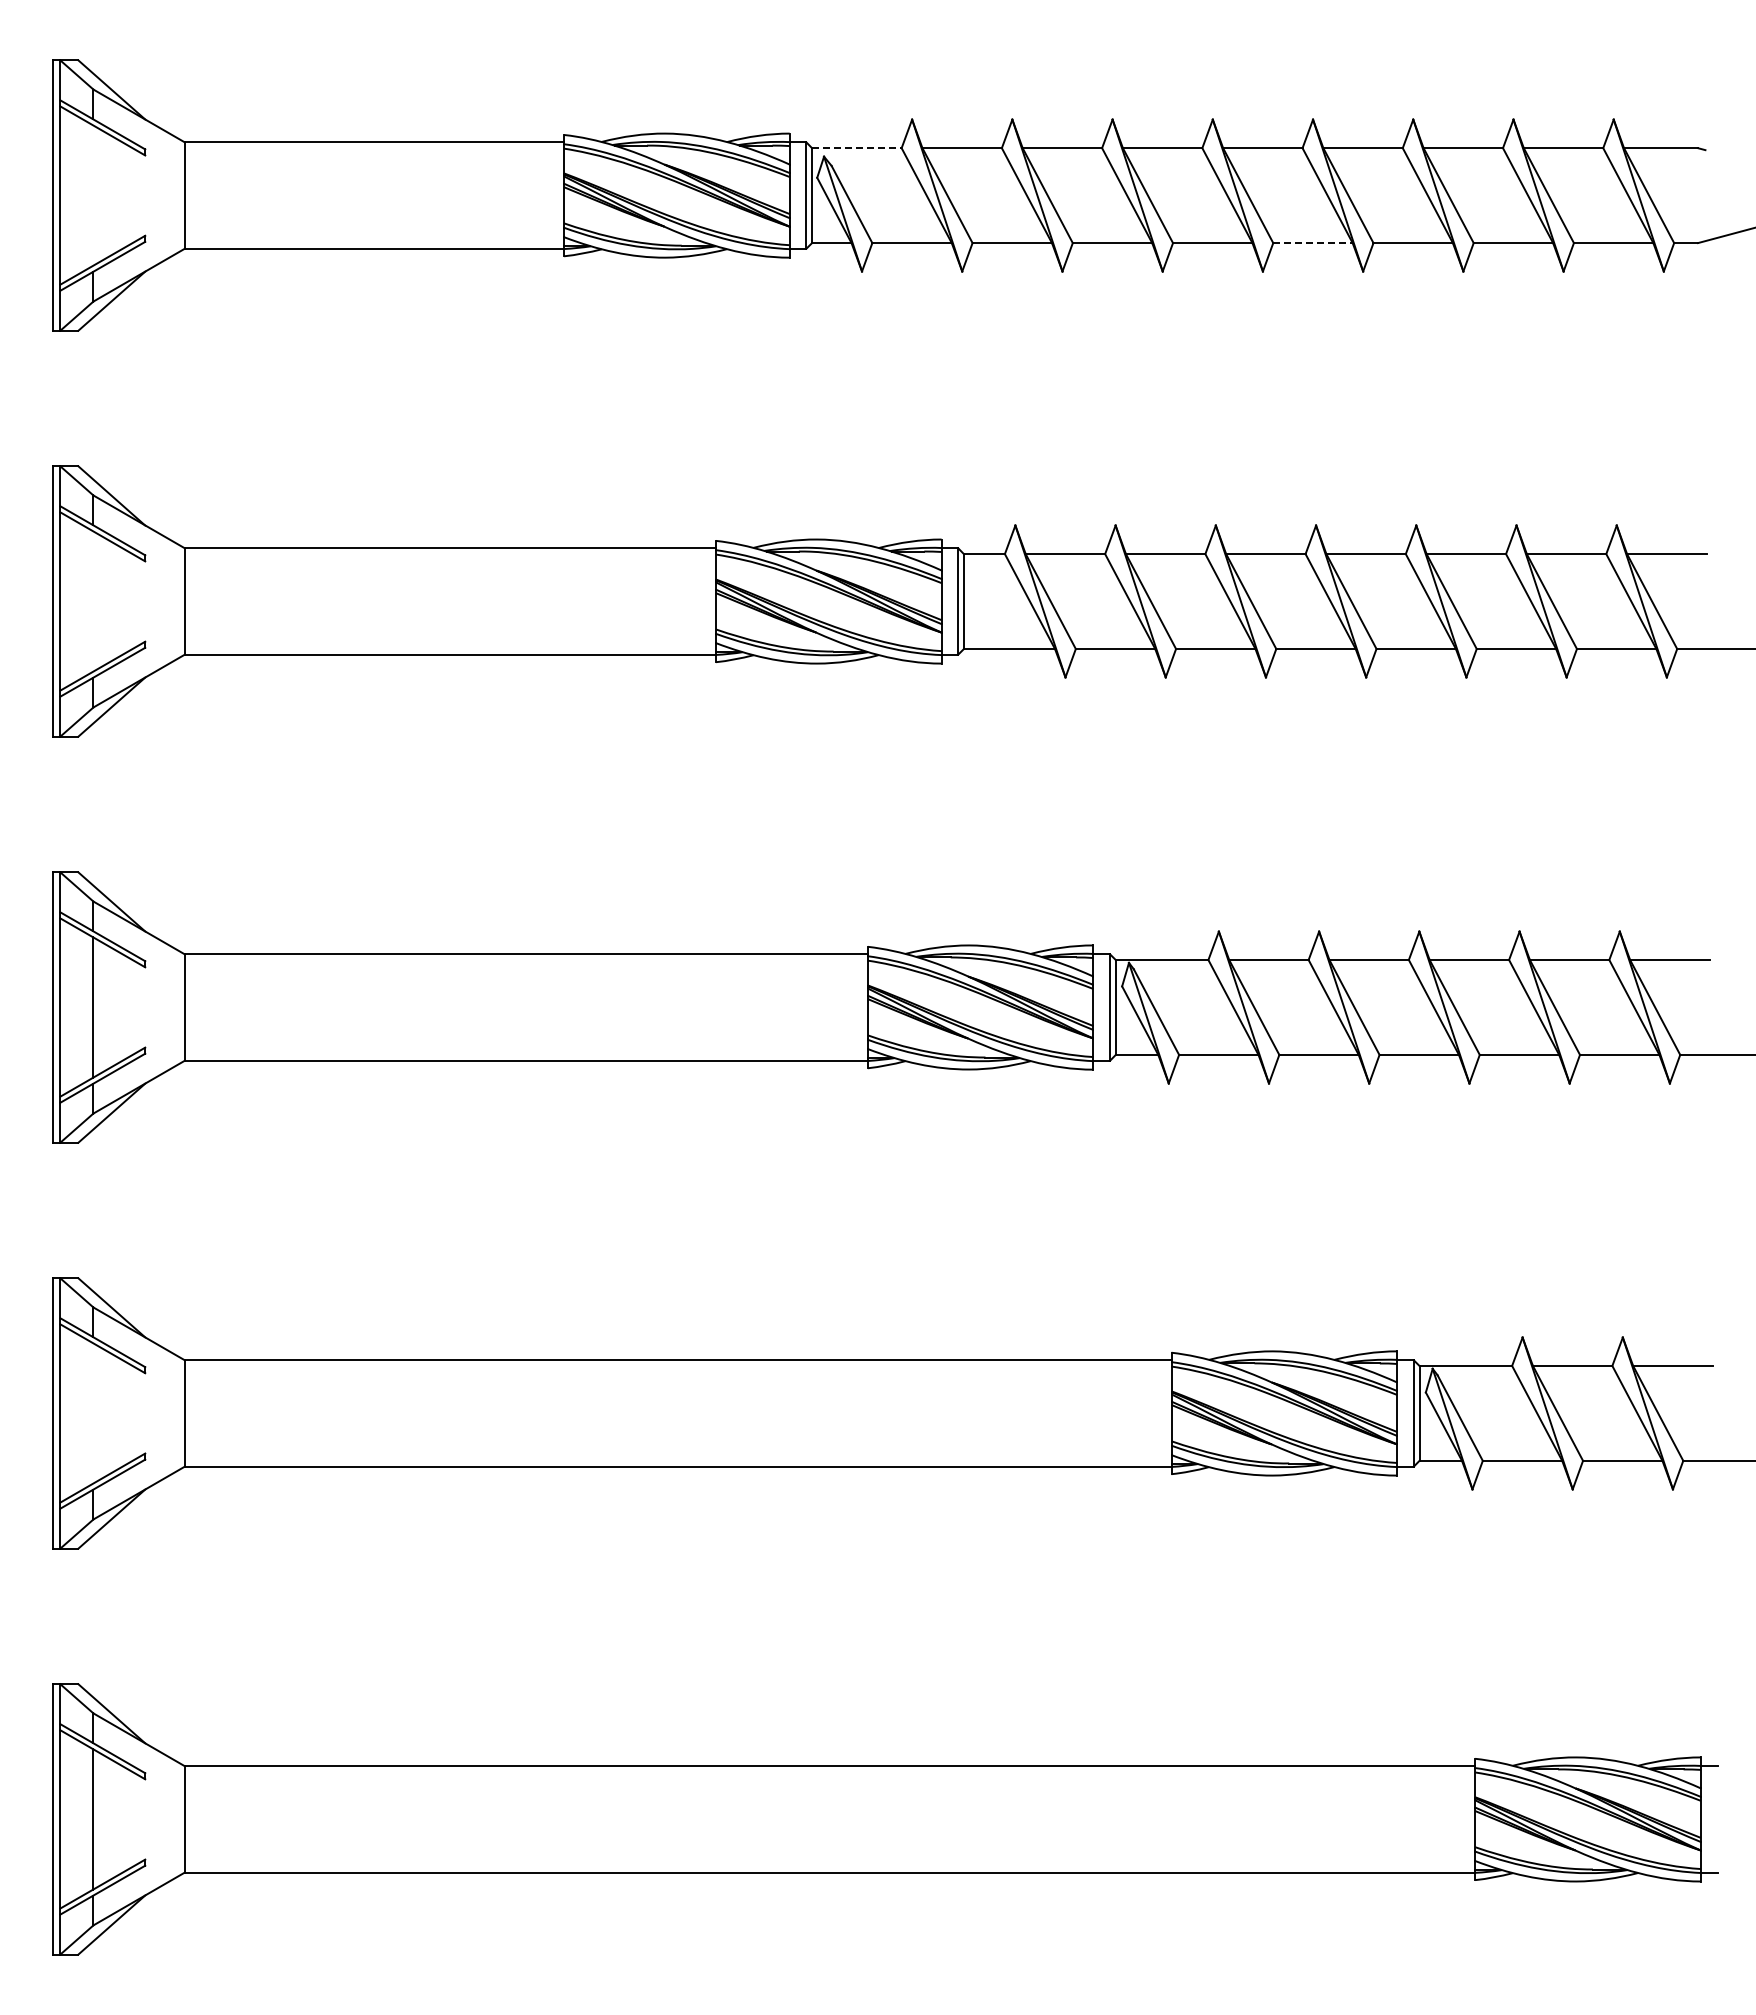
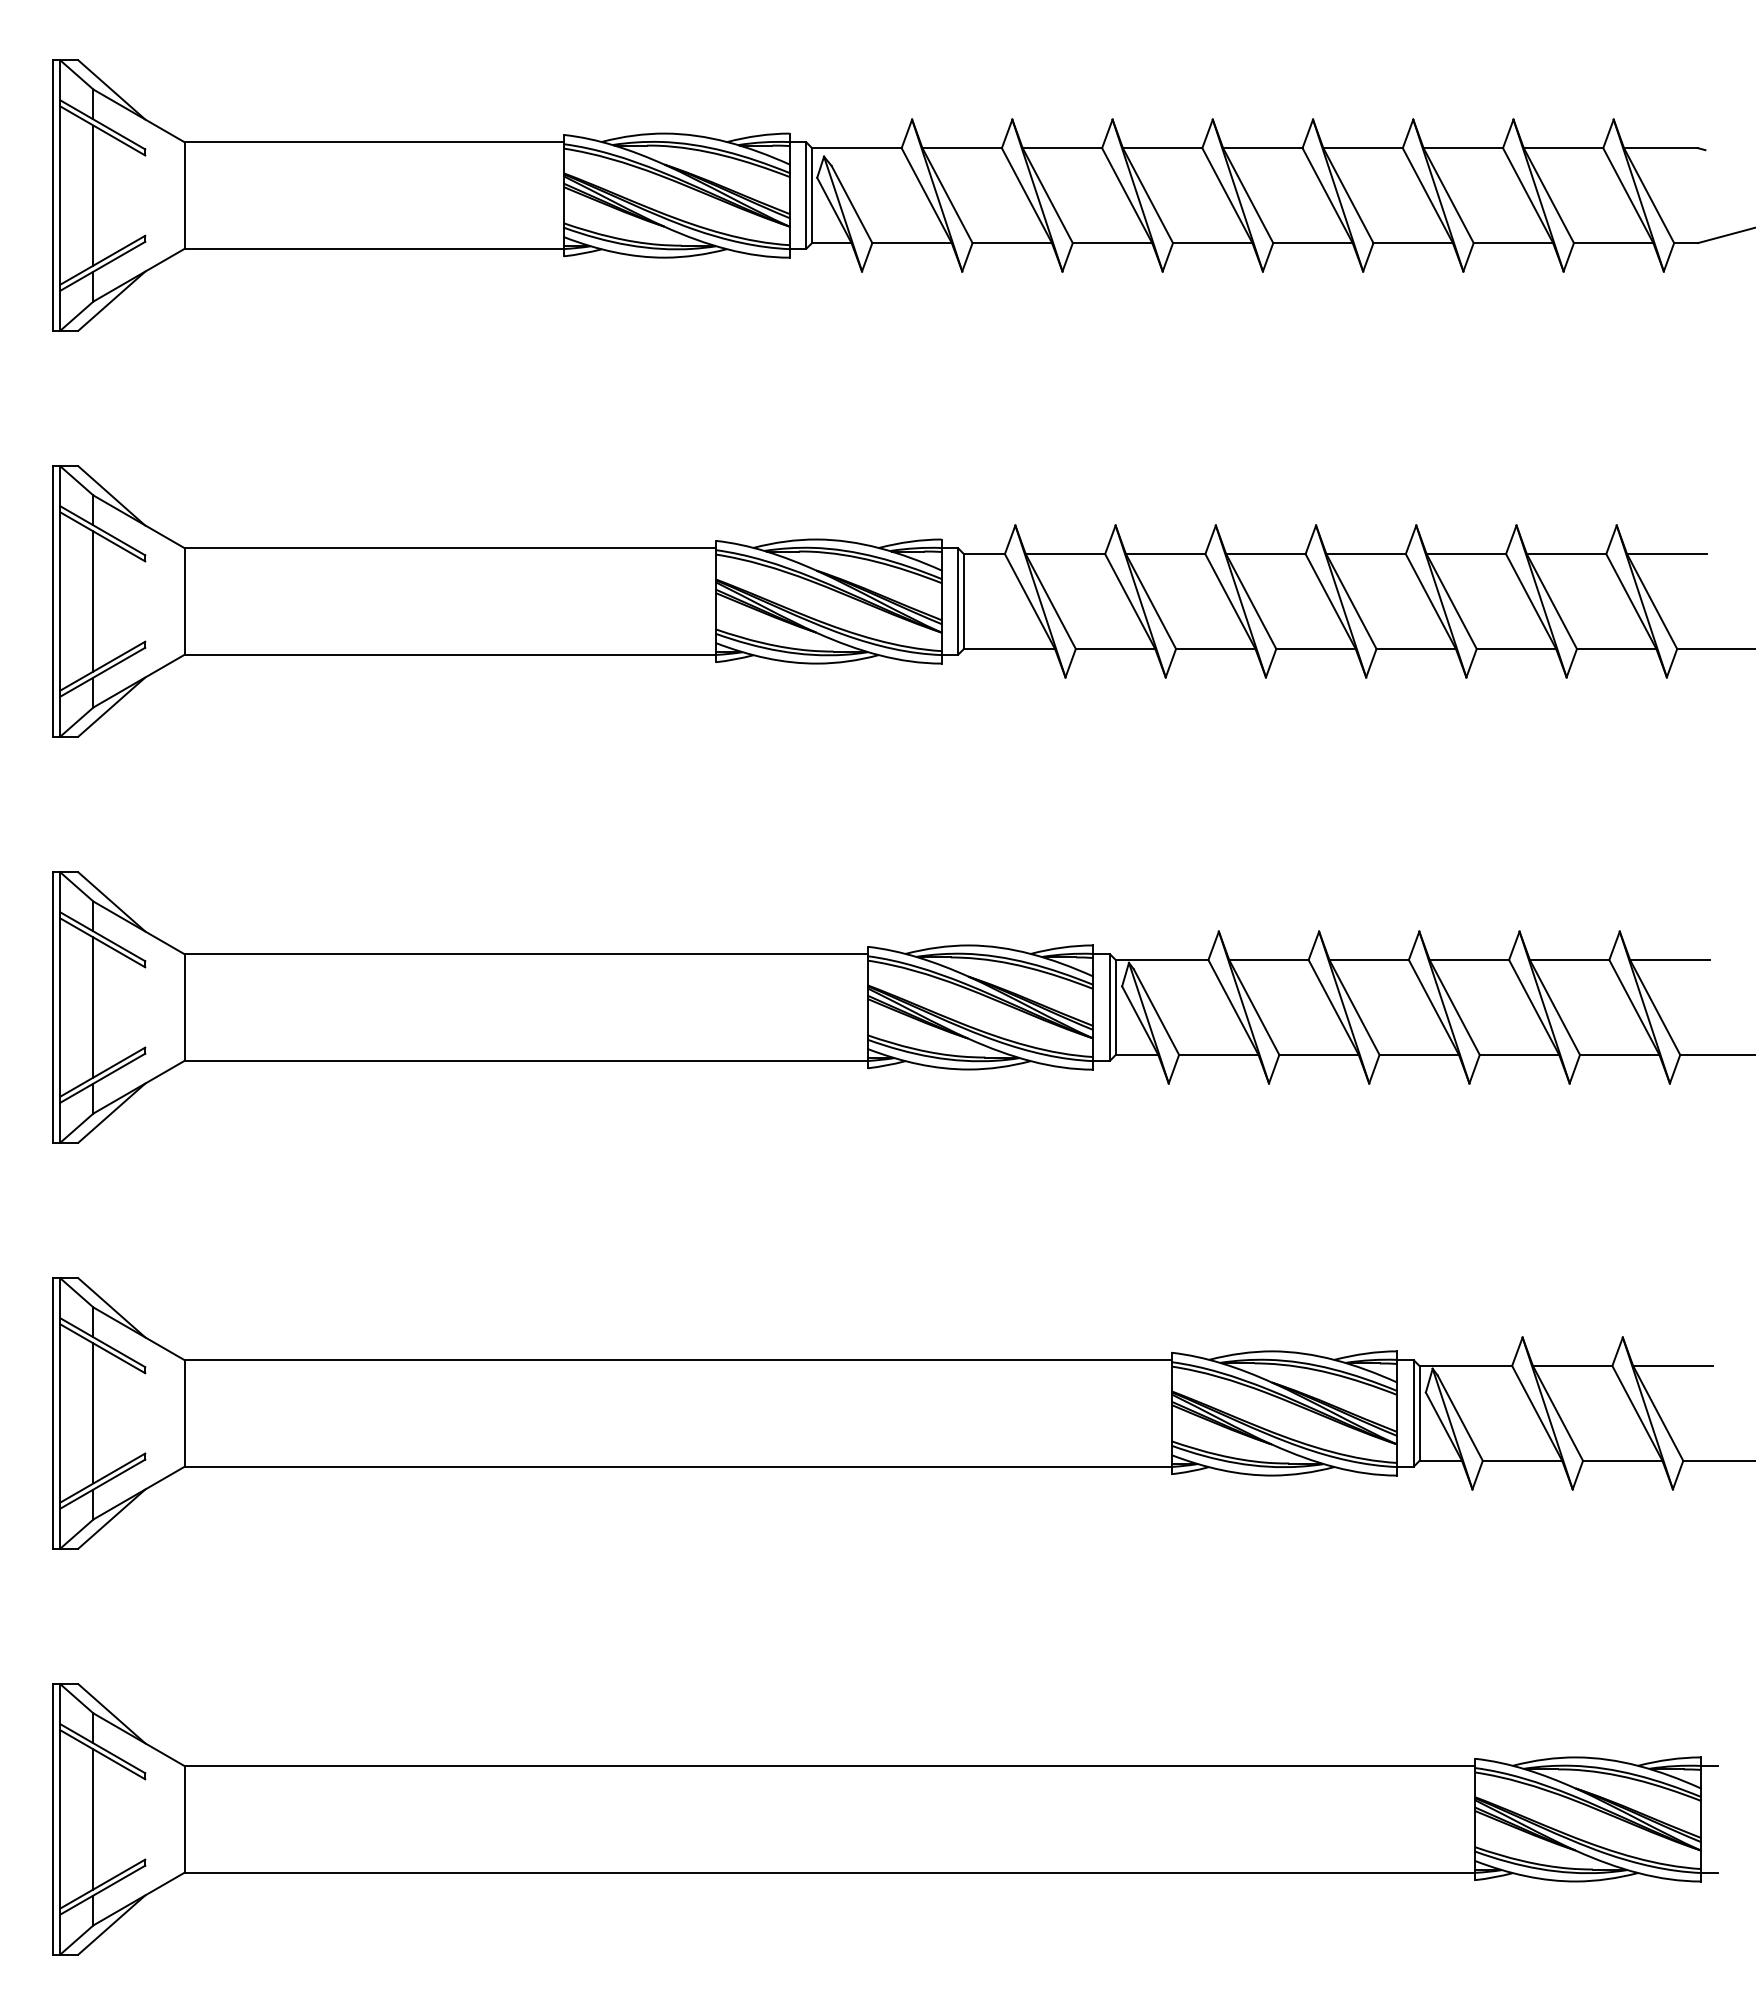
line at (856, 148): dashed -> solid
line at (93, 195): none -> present
line at (1312, 243): dashed -> solid
line at (93, 601): none -> present
line at (93, 1413): none -> present
